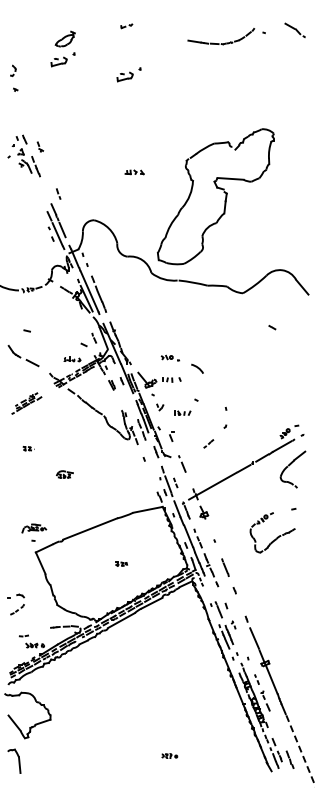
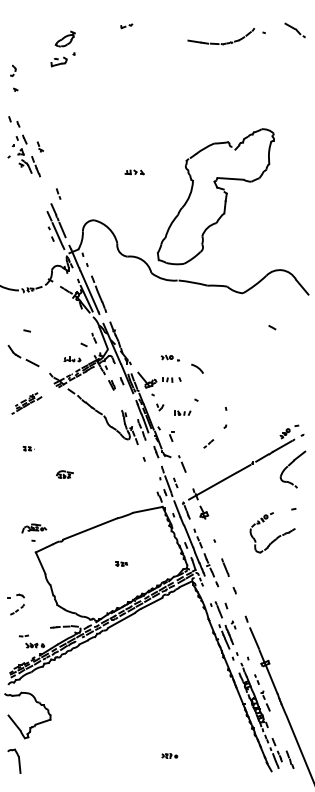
part at (128, 74): present -> none
part at (14, 121): none -> present
line at (300, 750): dashed -> solid
